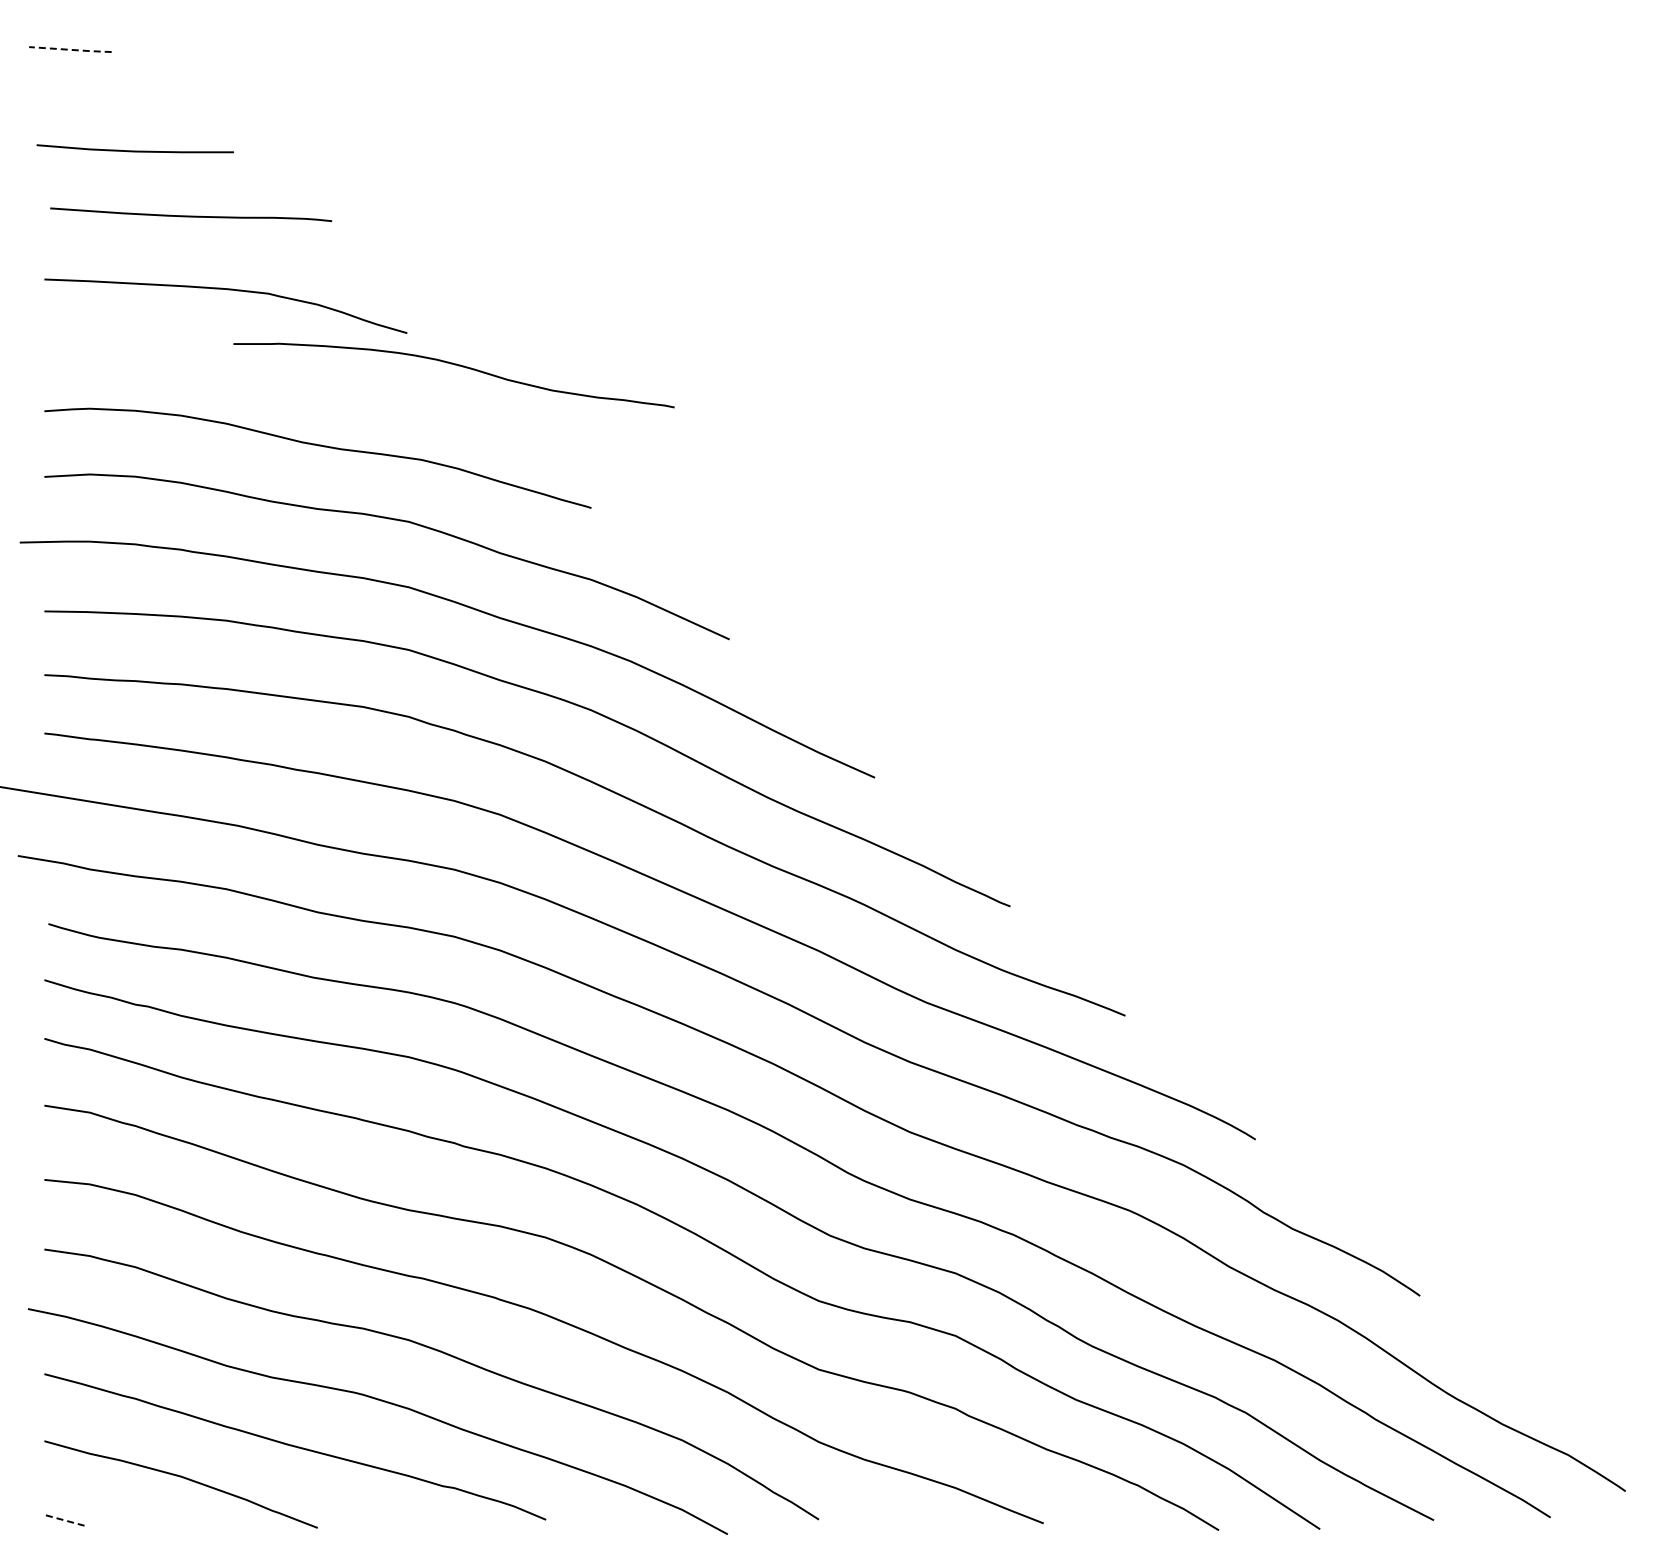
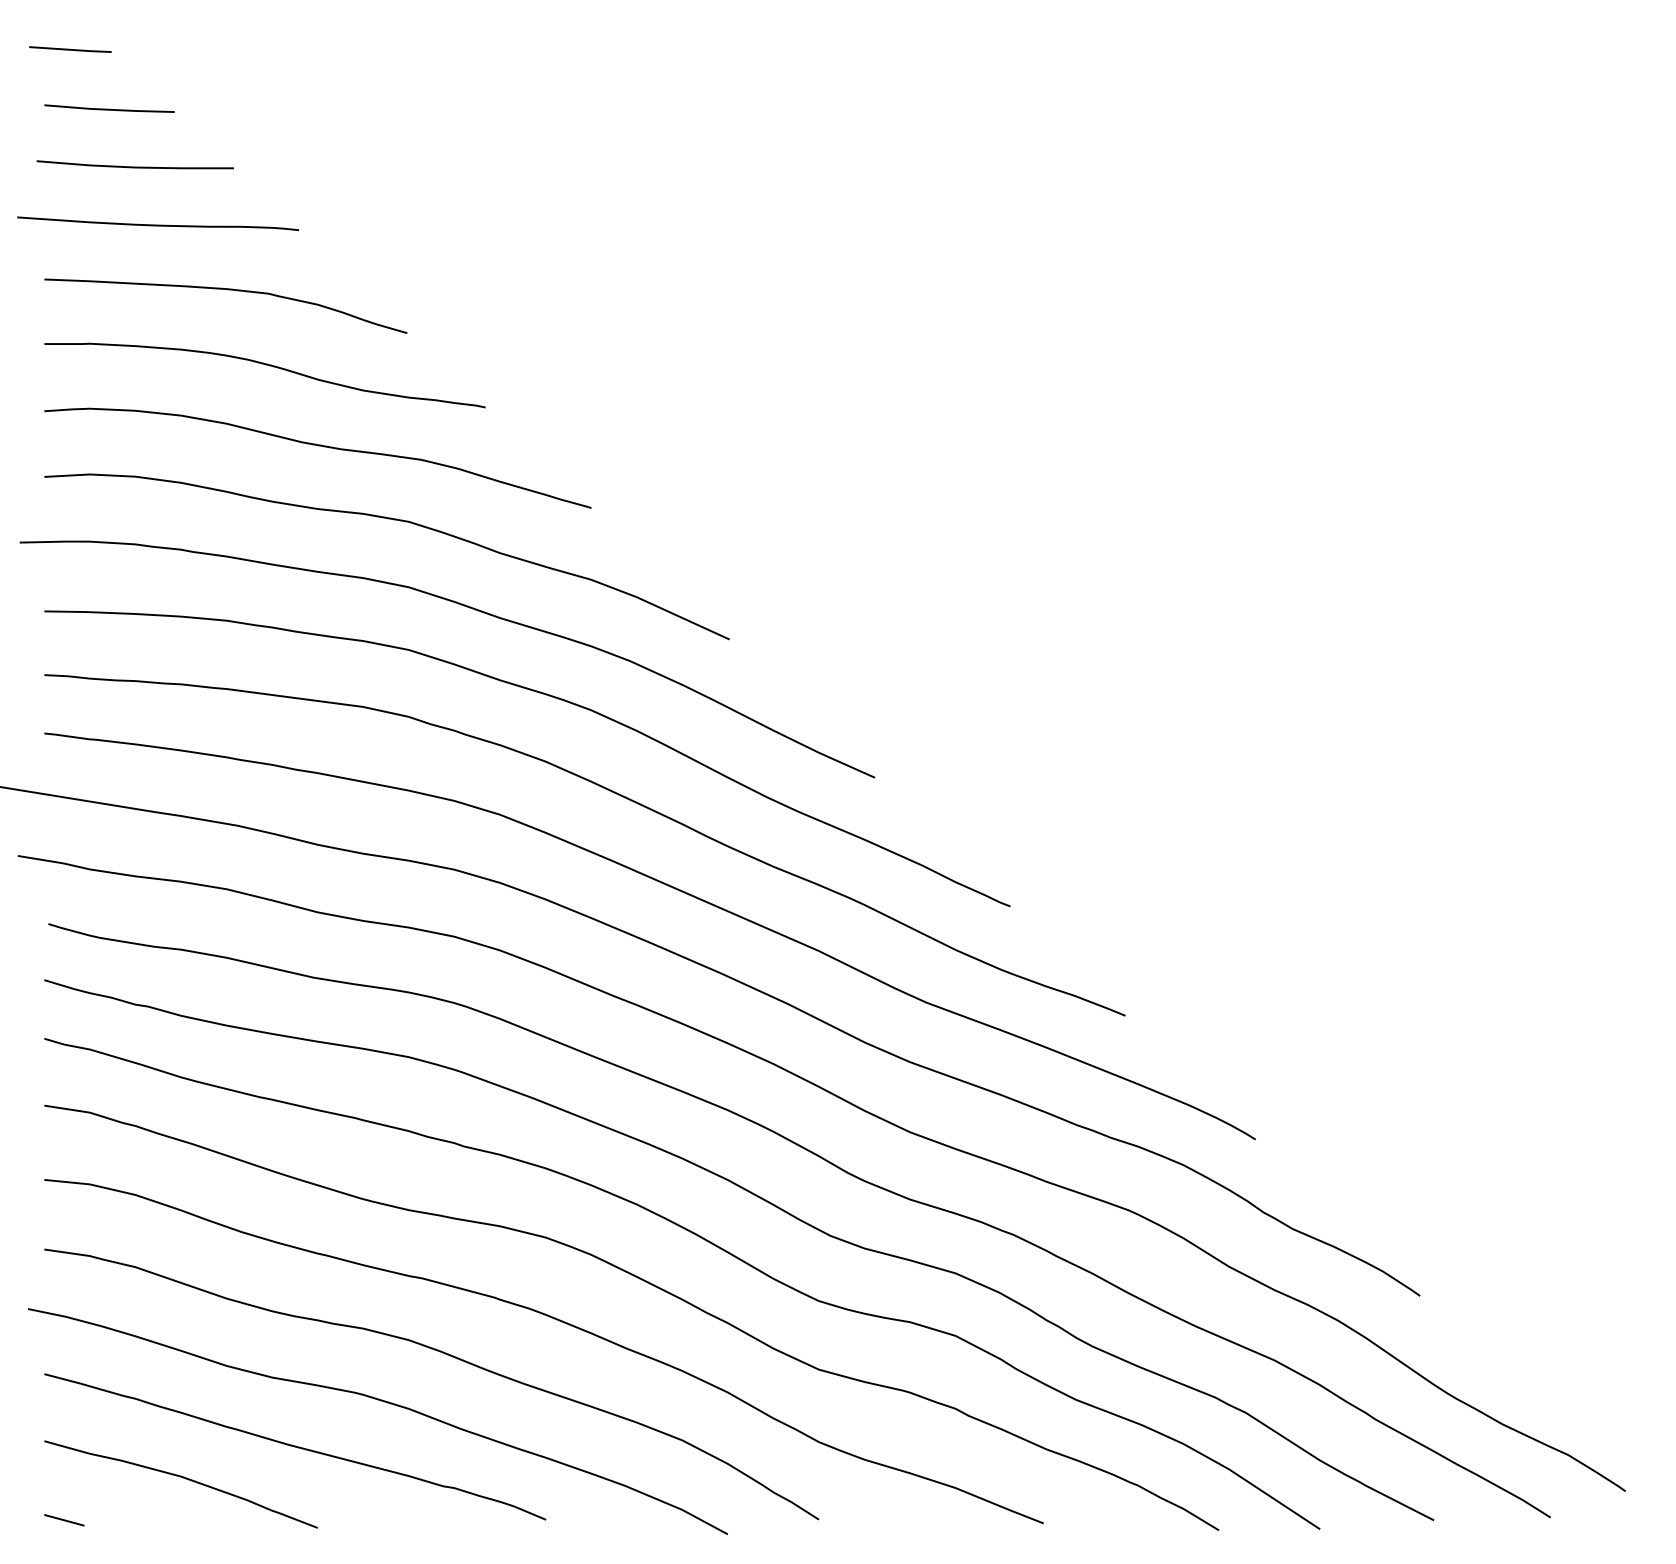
line at (70, 49): dashed -> solid
line at (109, 108): none -> present
line at (134, 150) position: (134, 150) -> (134, 166)
curve at (191, 215) position: (191, 215) -> (158, 224)
curve at (454, 365) position: (454, 365) -> (265, 365)
line at (64, 1520): dashed -> solid
